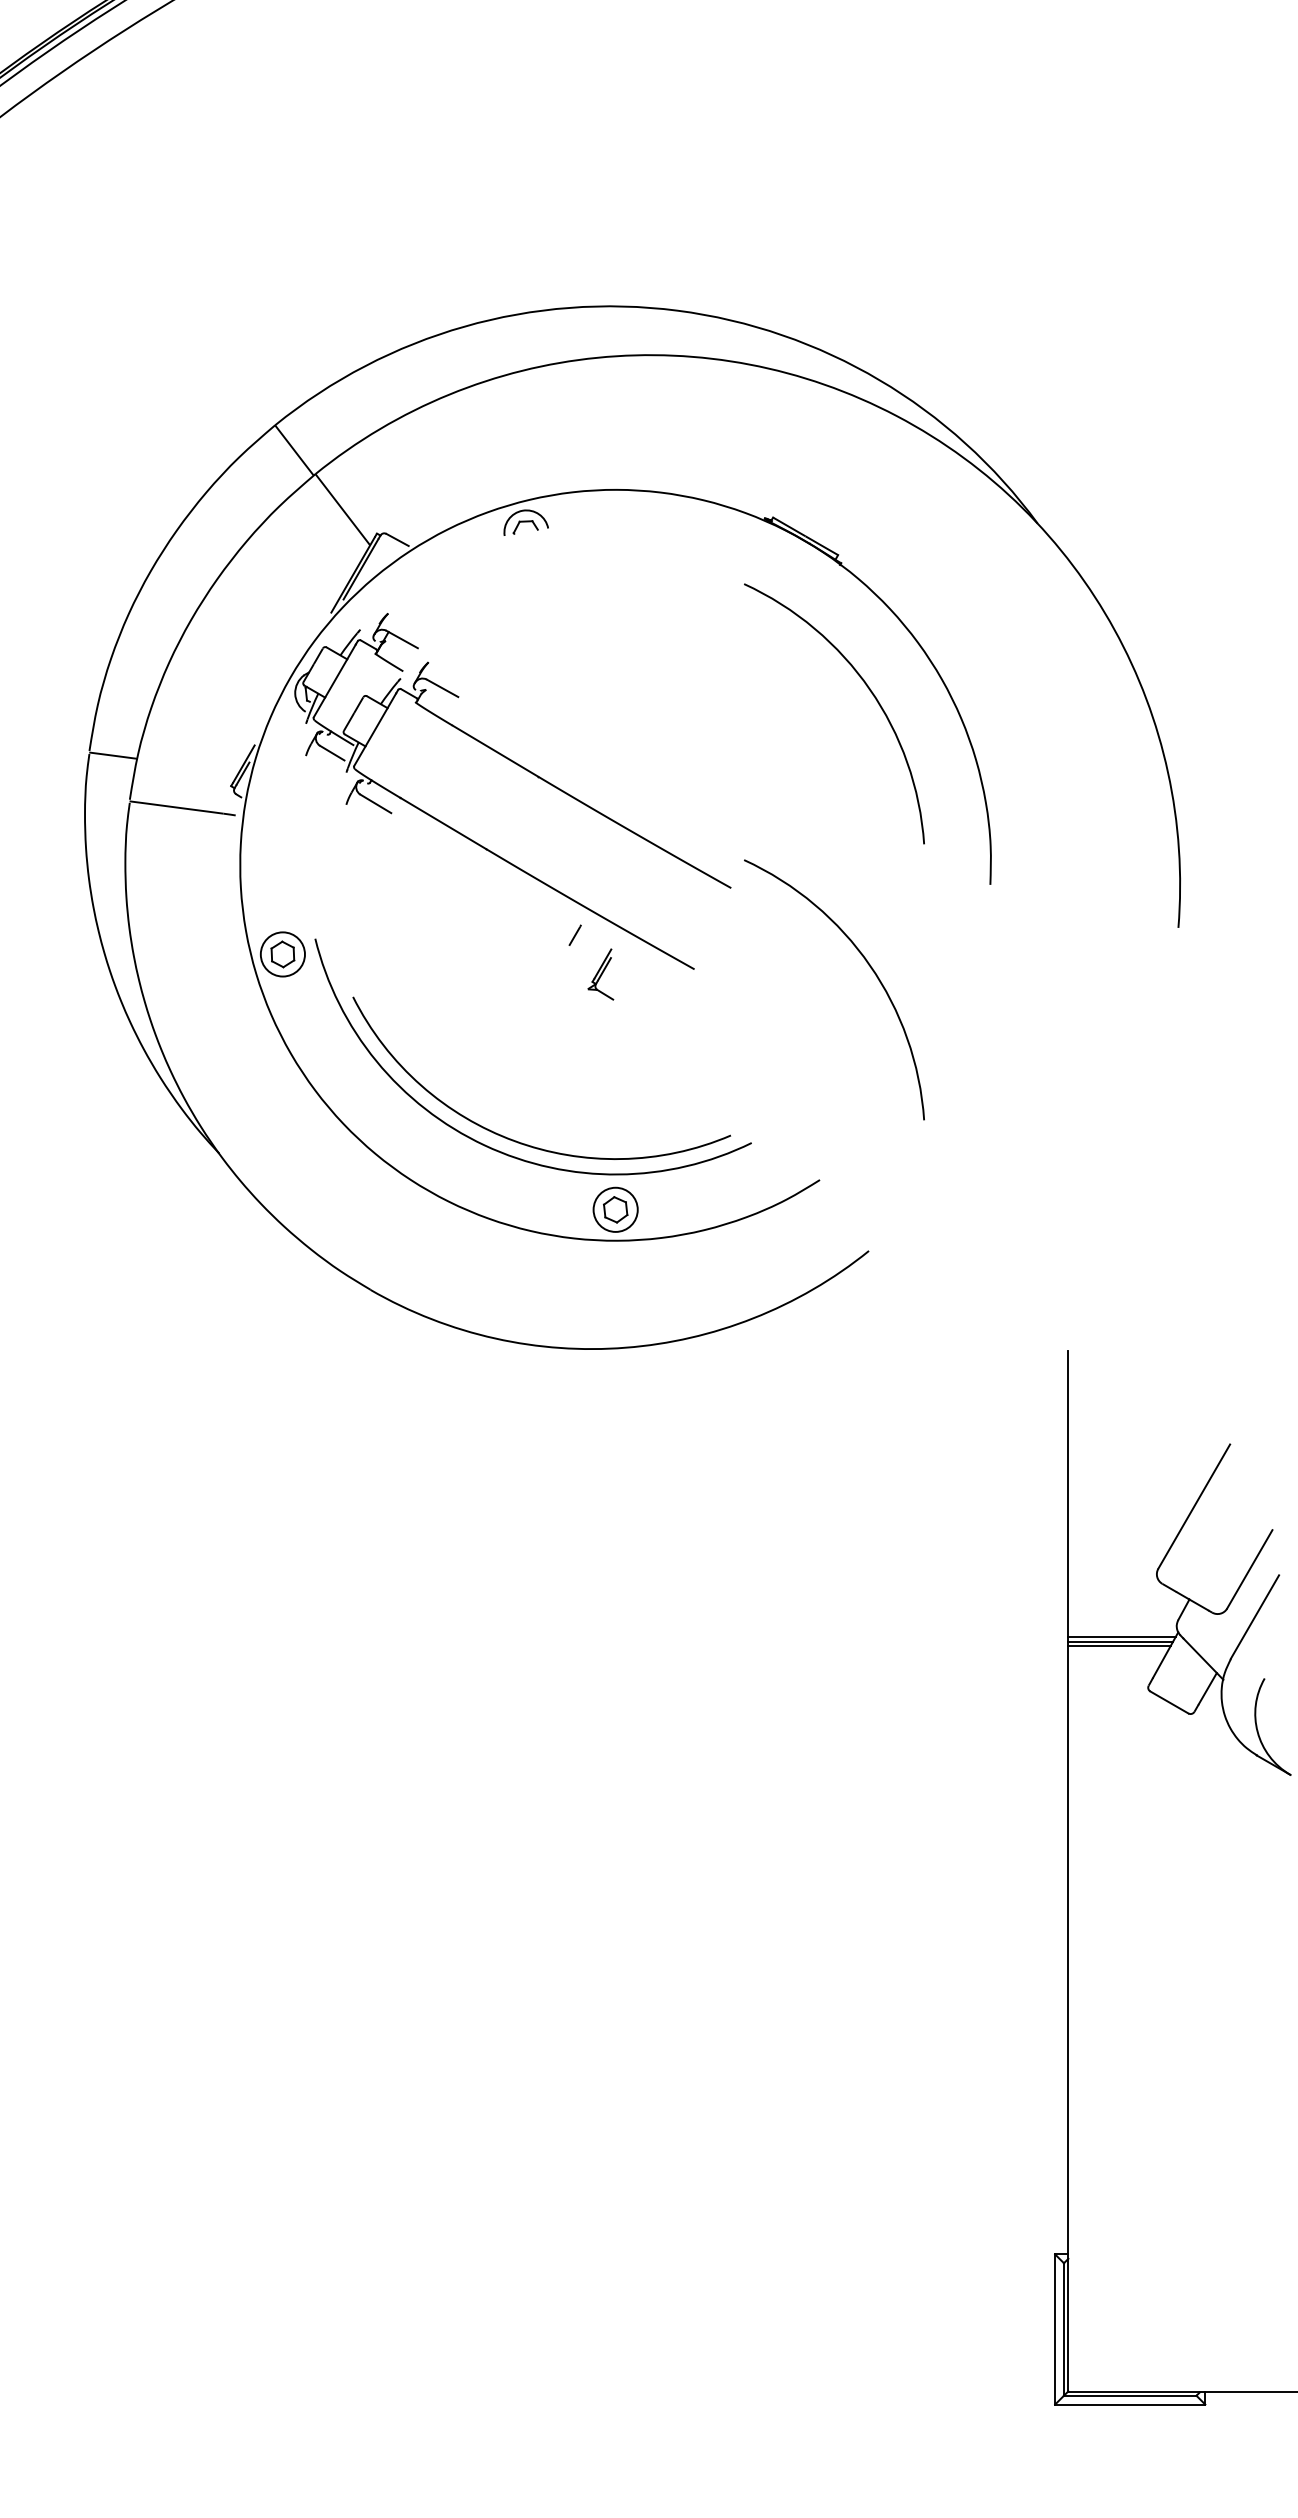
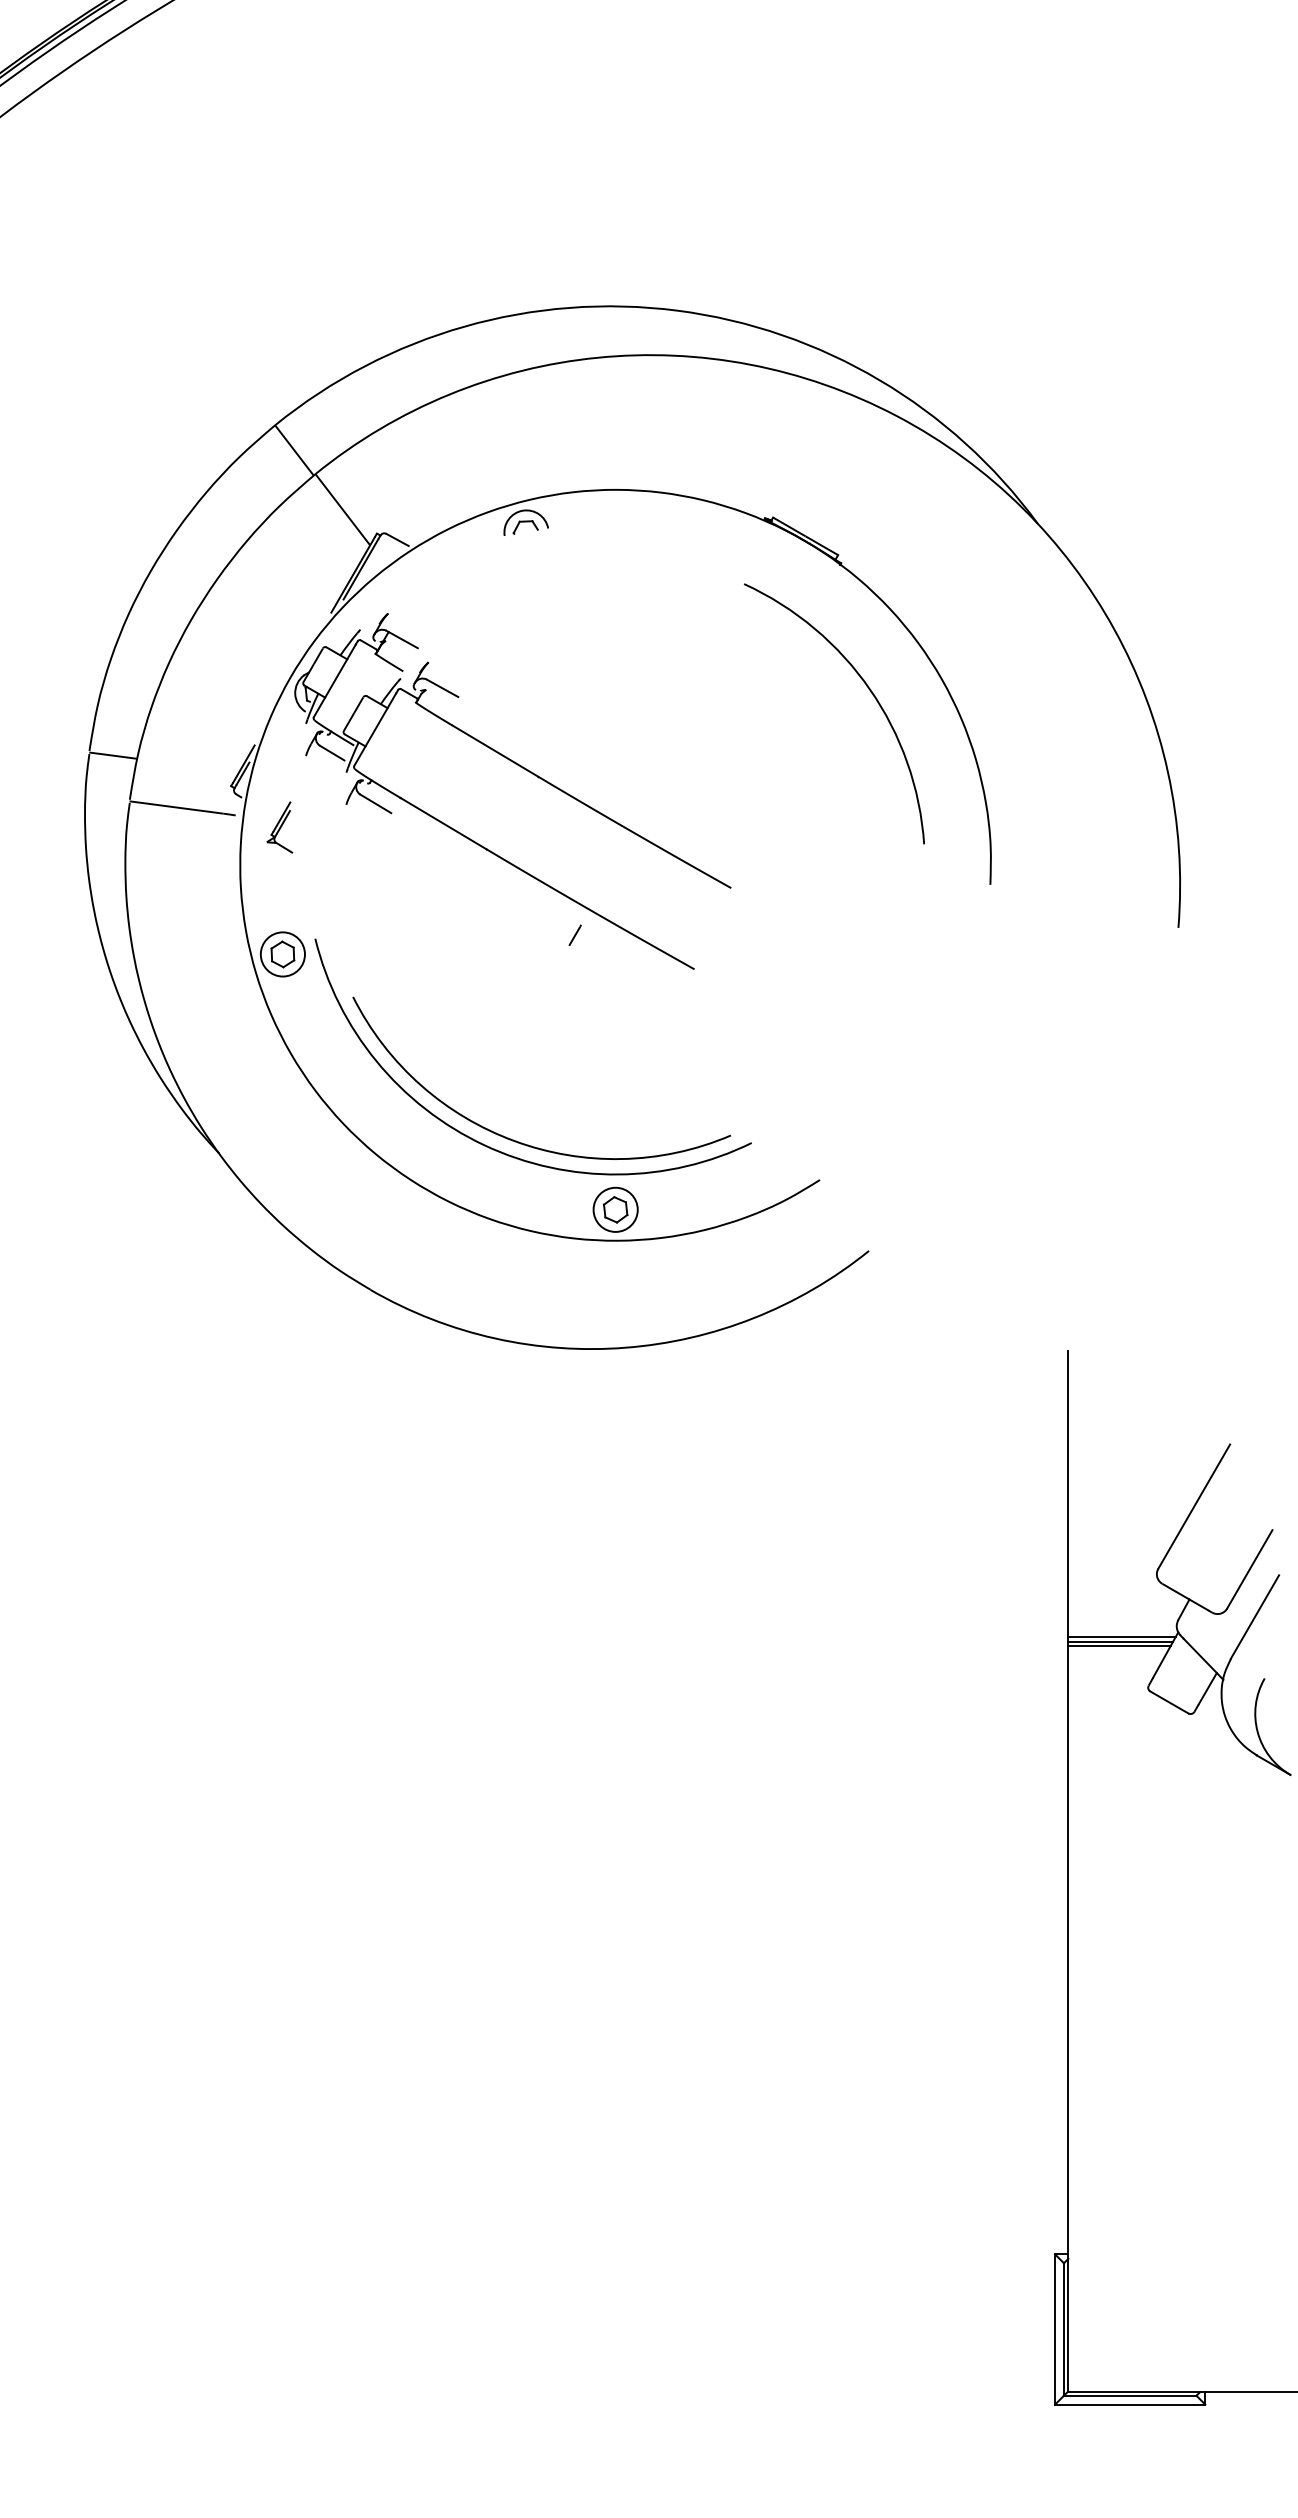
arc at (868, 965): present -> none
part at (600, 974) position: (600, 974) -> (279, 827)
